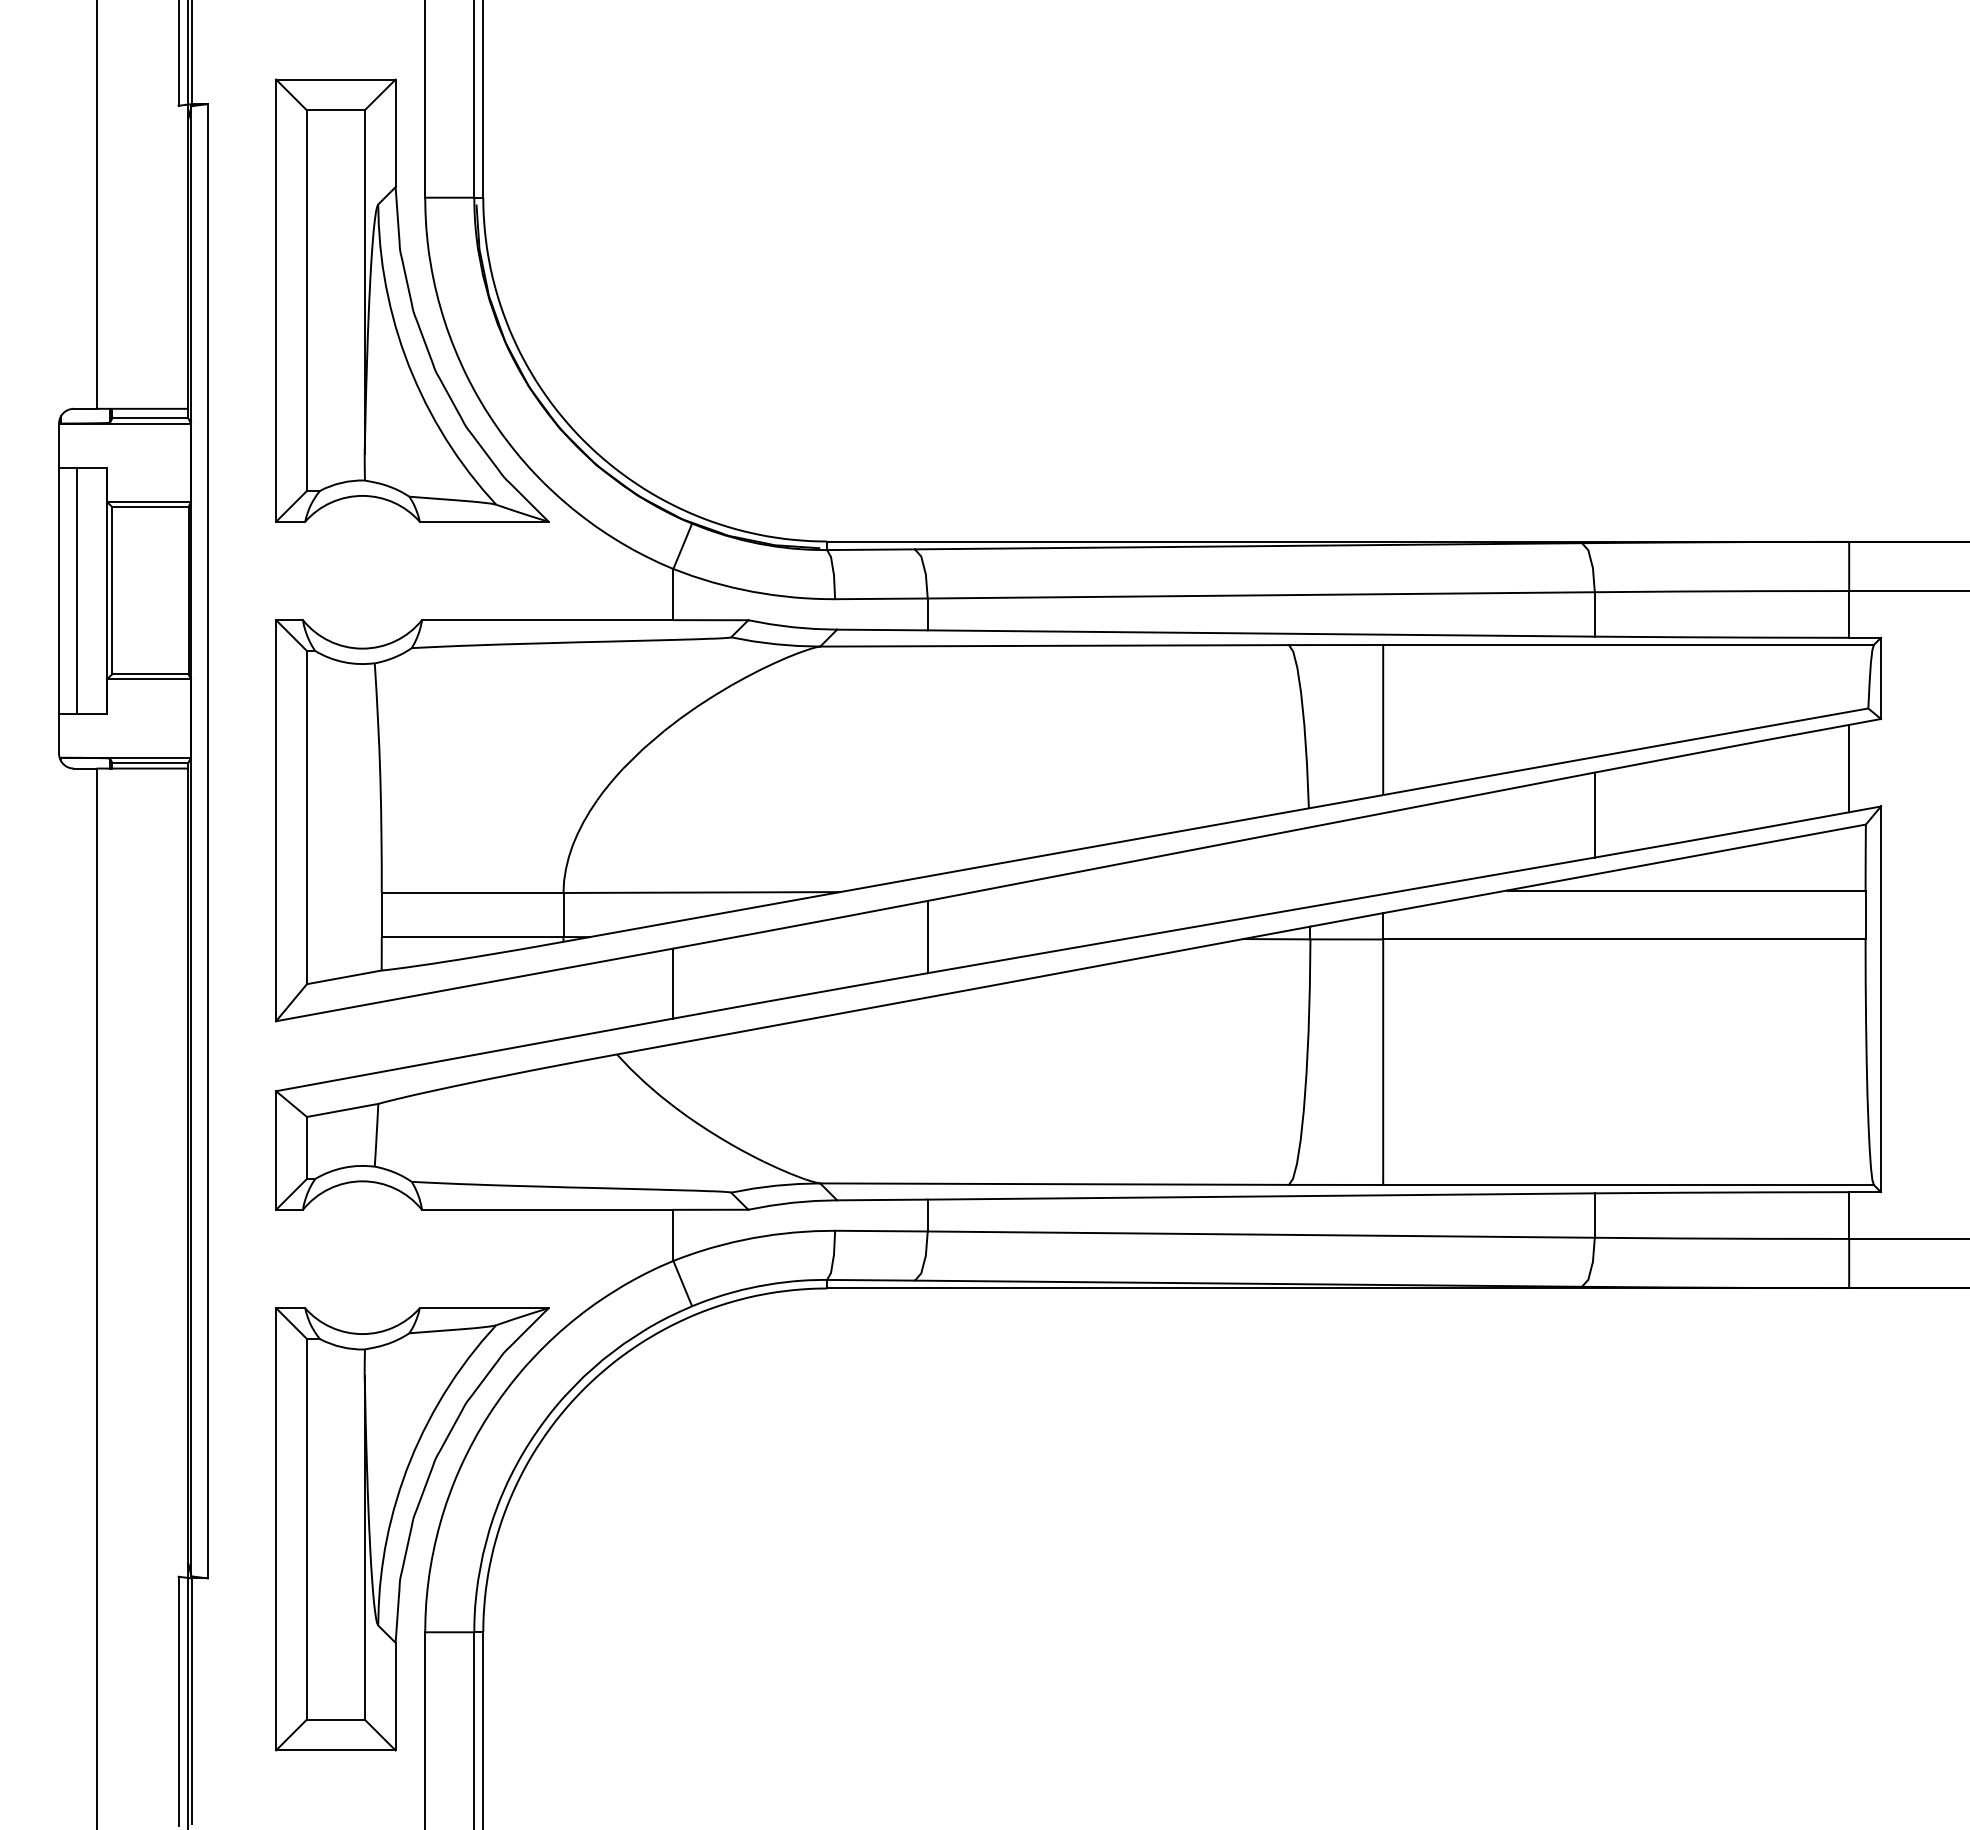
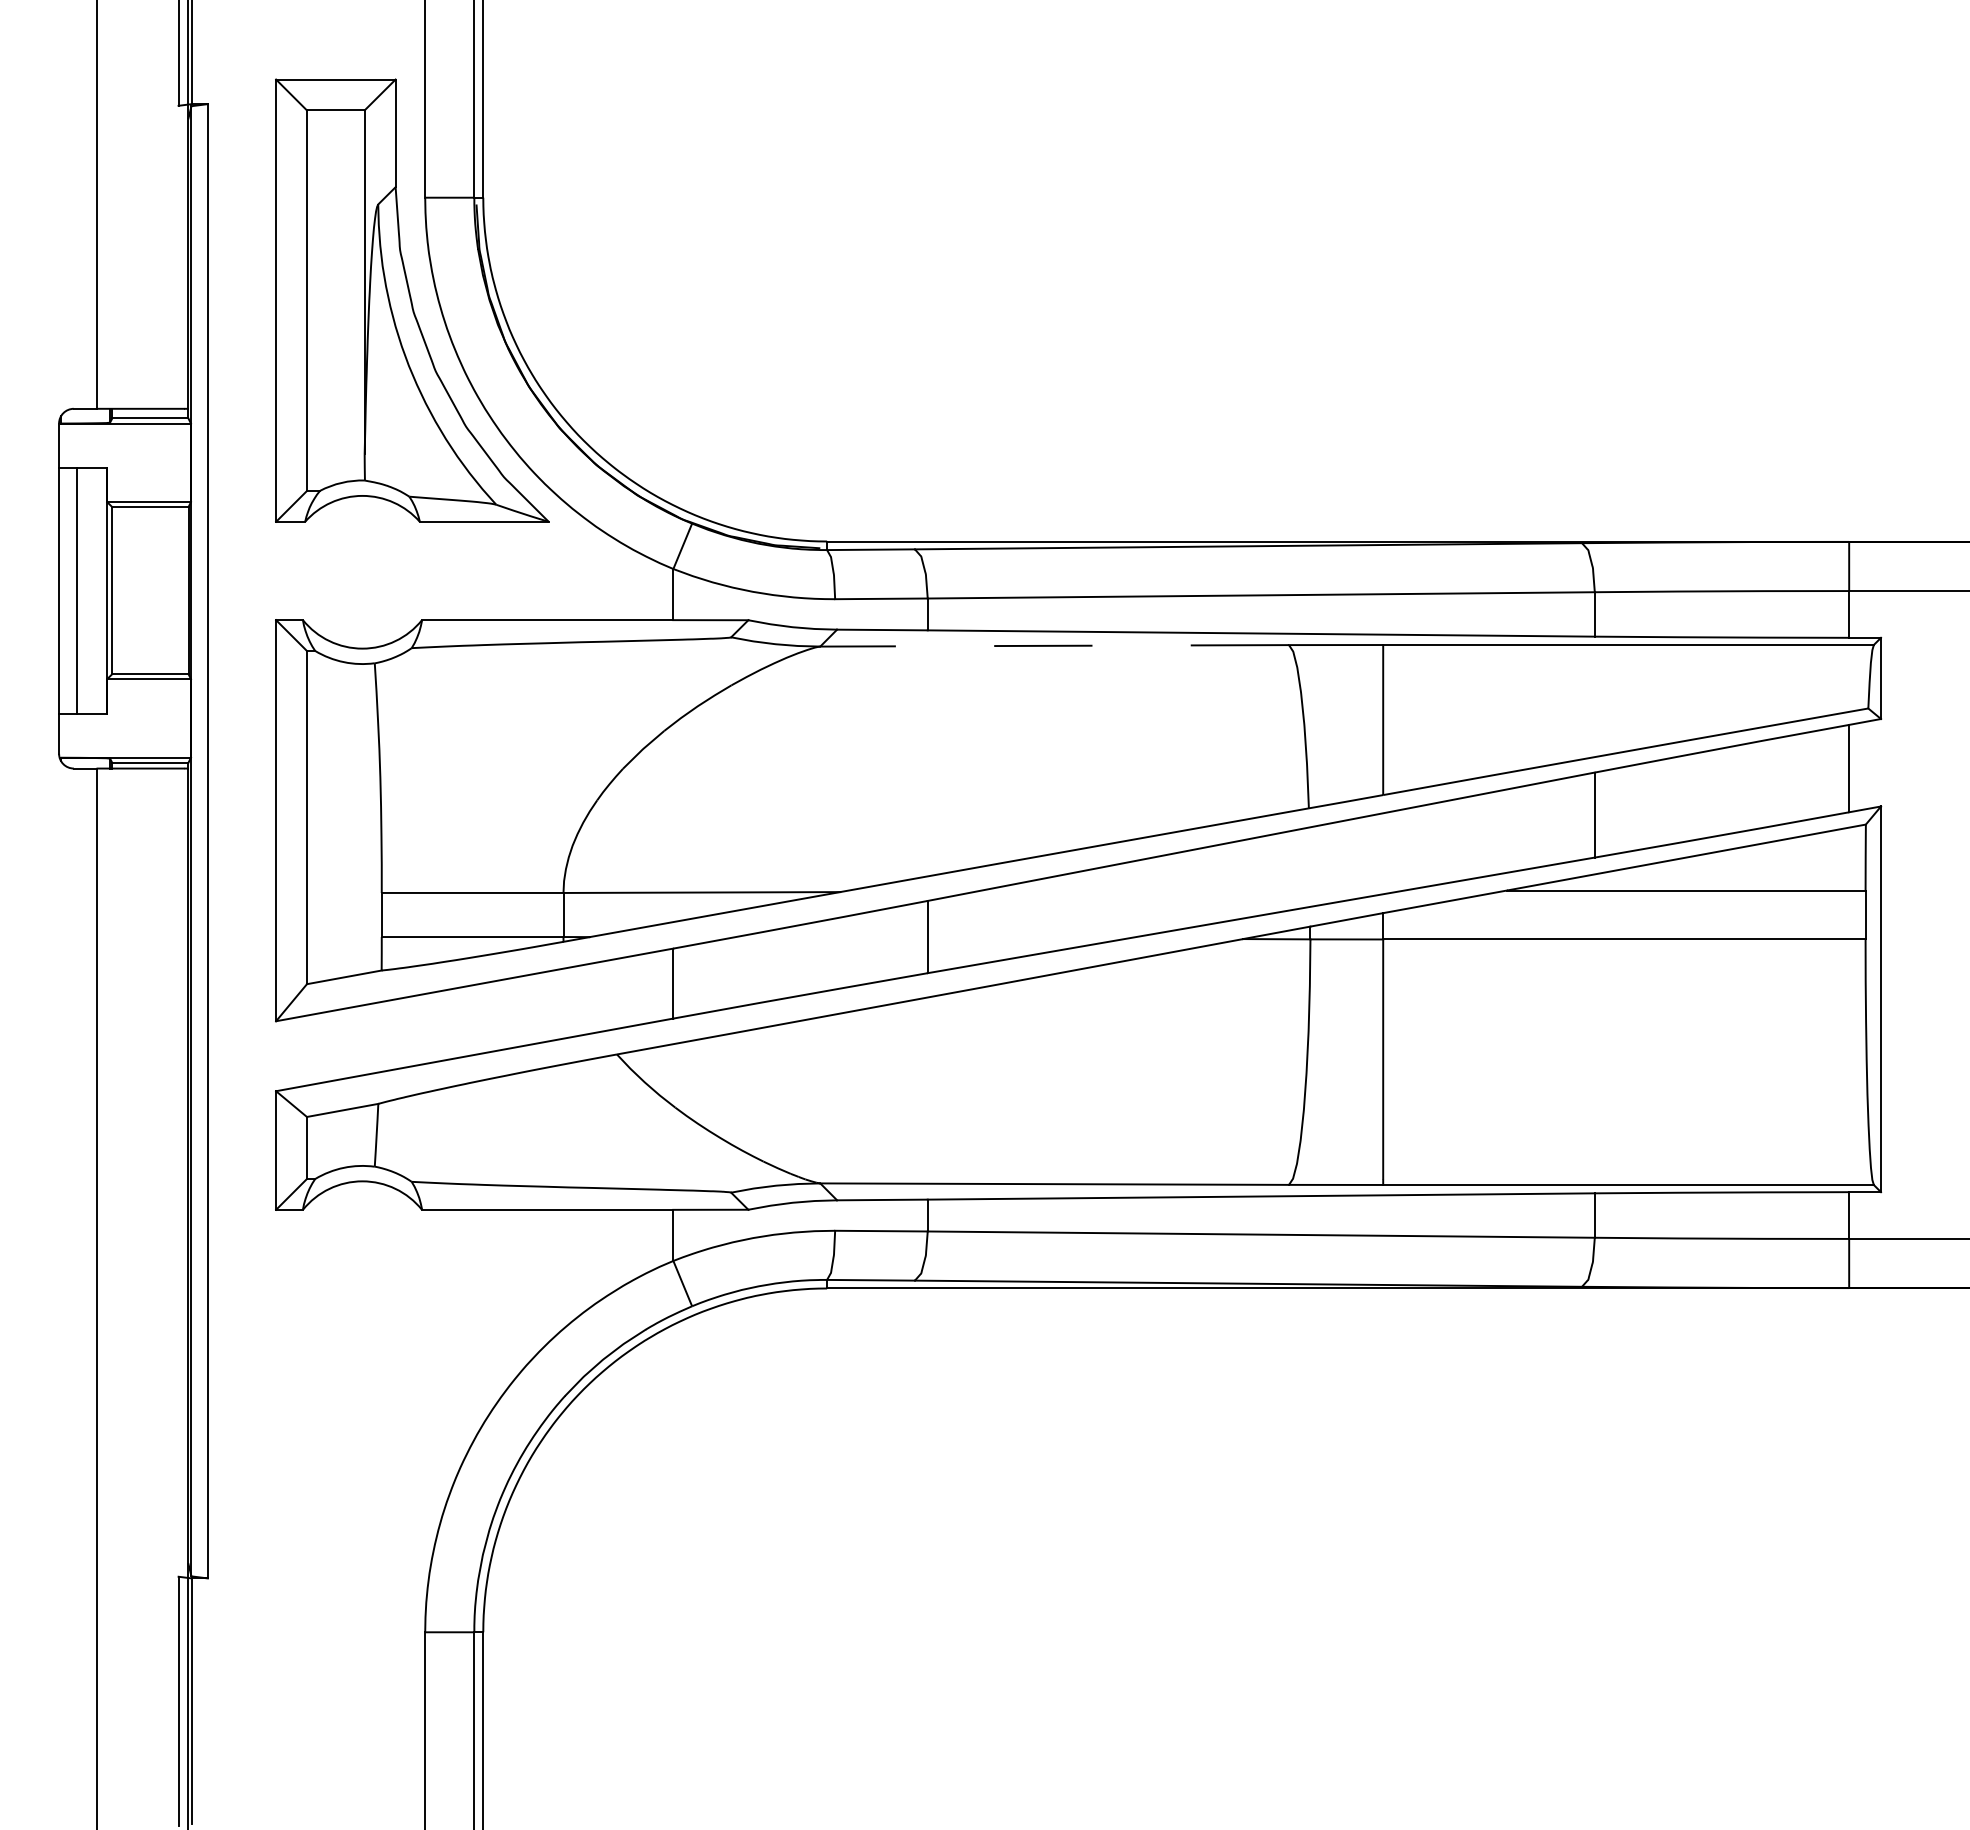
line at (1054, 645): solid -> dashed
part at (412, 1529): present -> none
